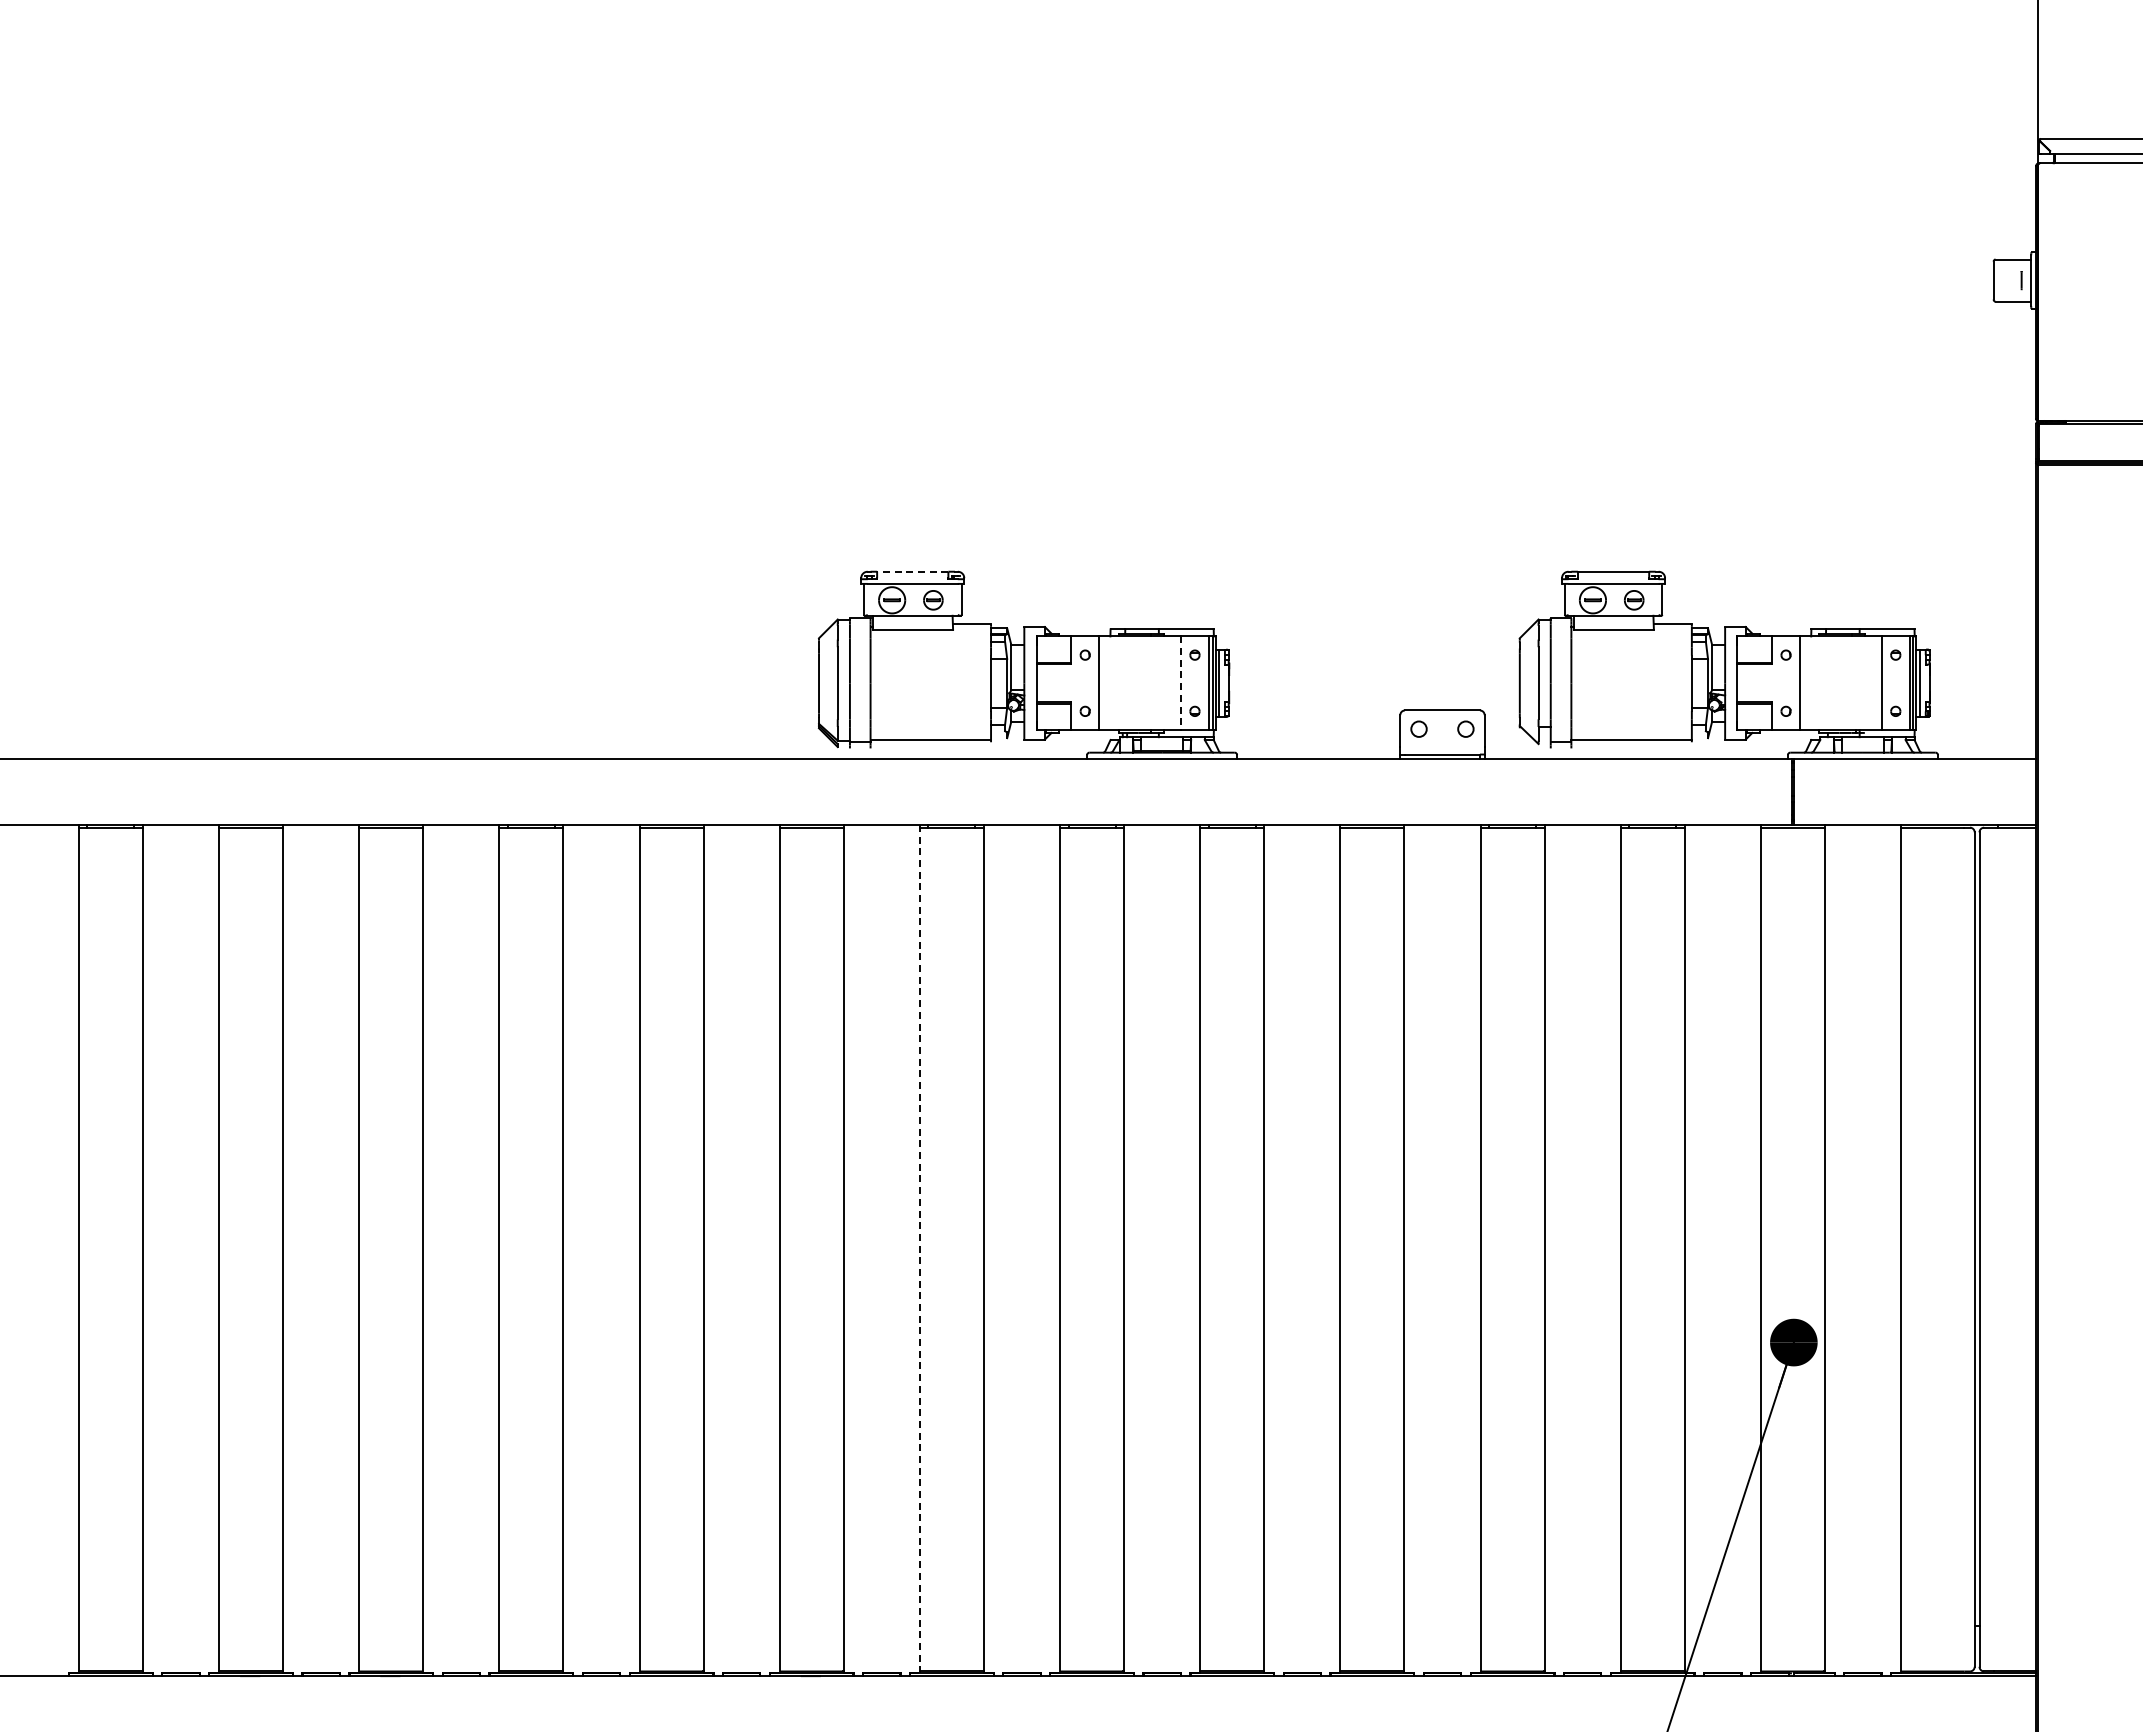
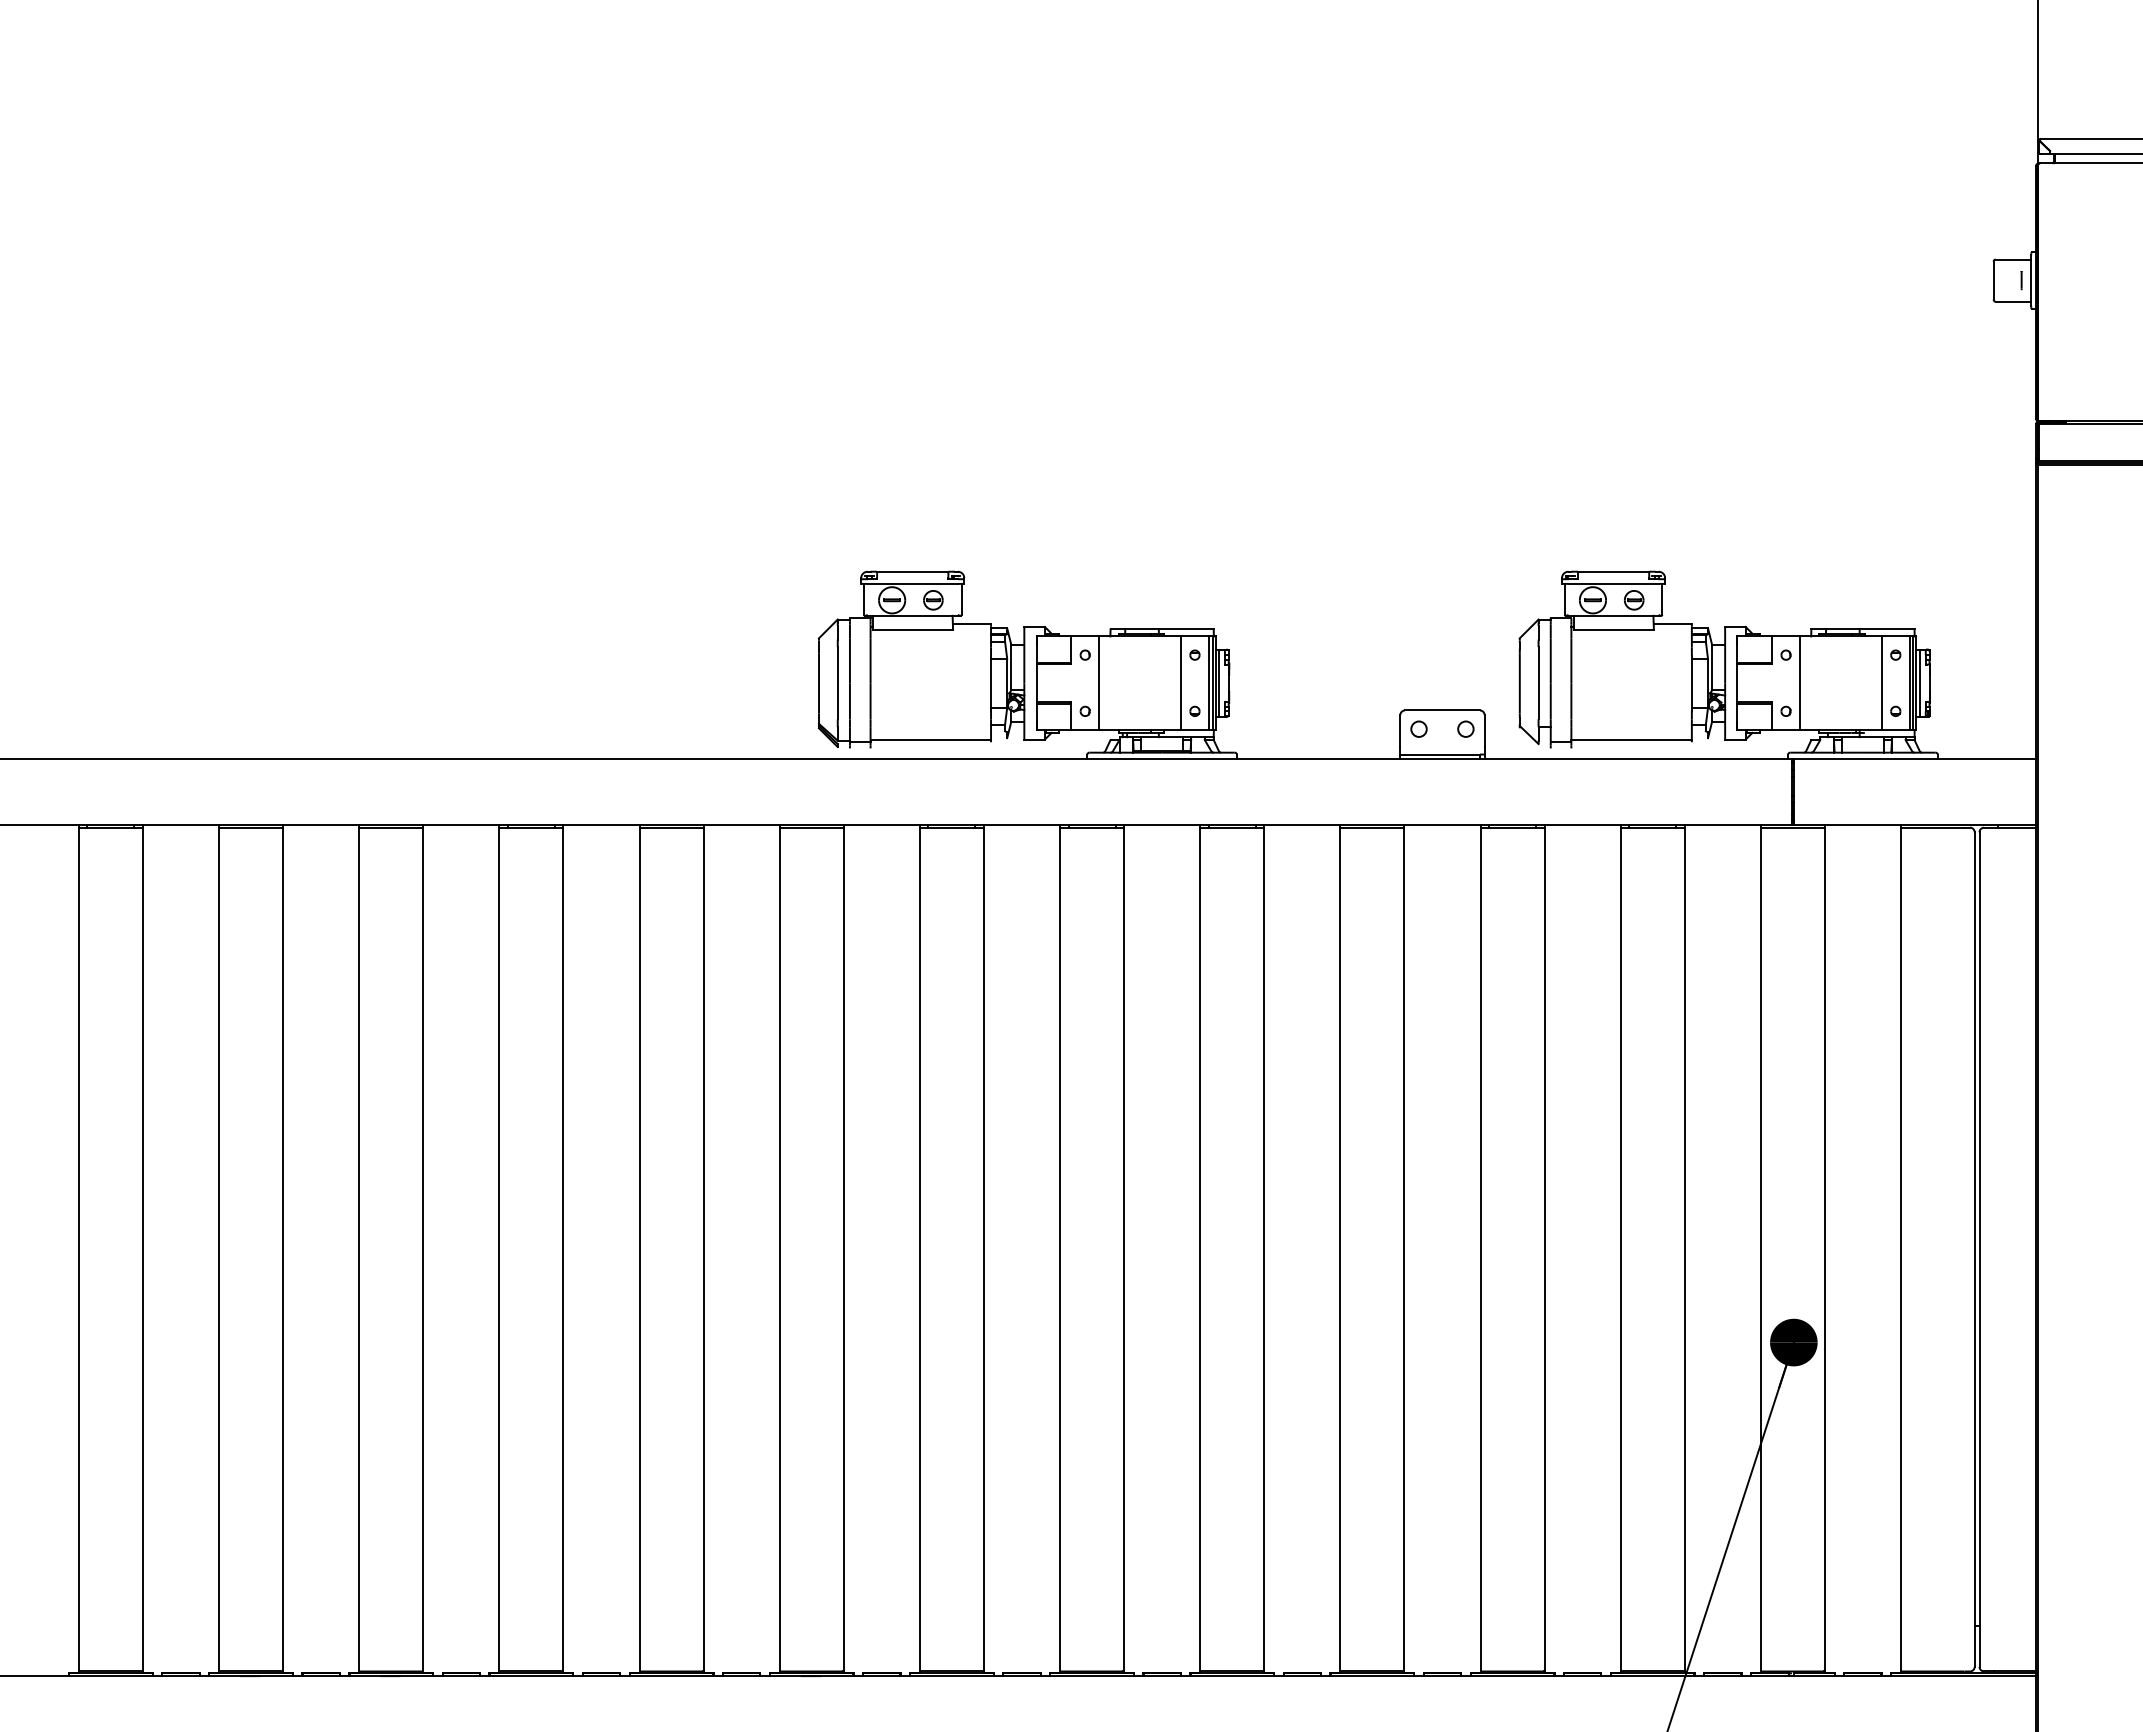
line at (912, 571): dashed -> solid
line at (1180, 683): dashed -> solid
line at (919, 1248): dashed -> solid
